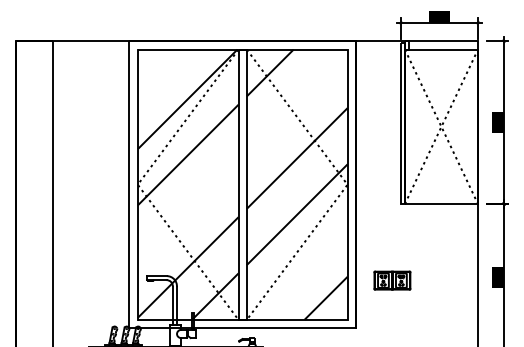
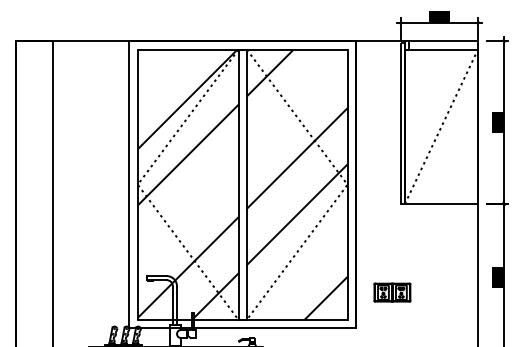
line at (440, 126): present -> none
part at (392, 280) position: (392, 280) -> (392, 292)
